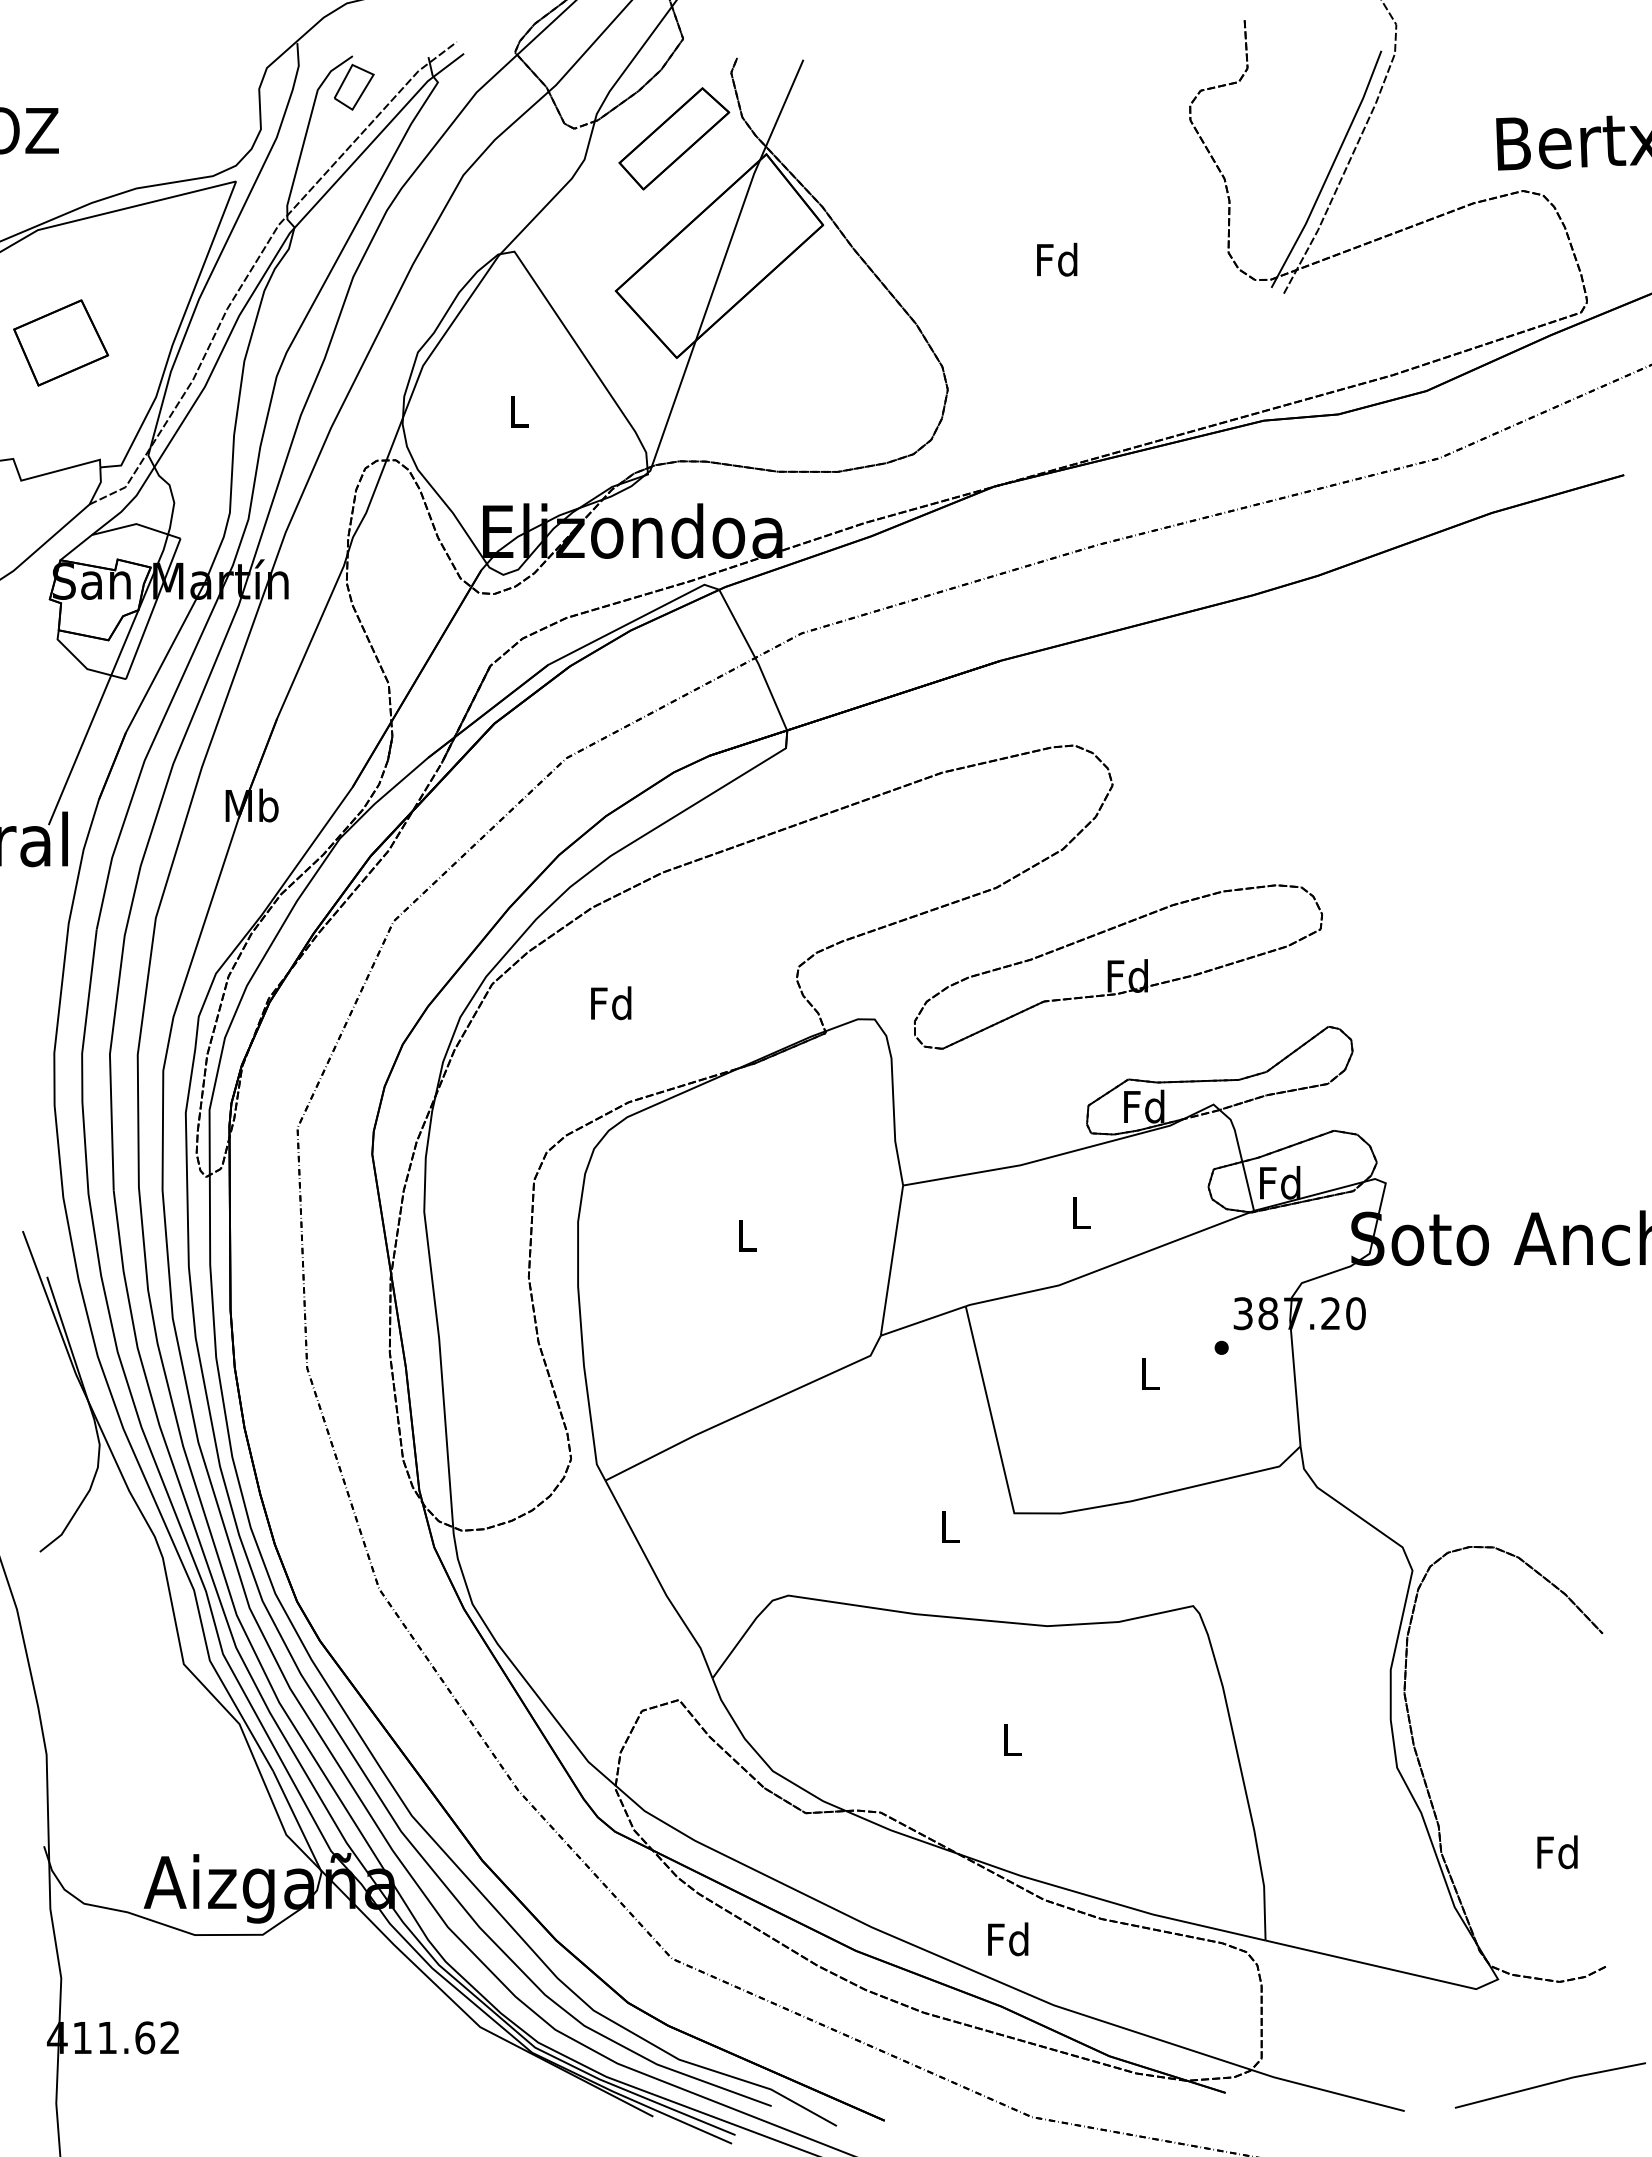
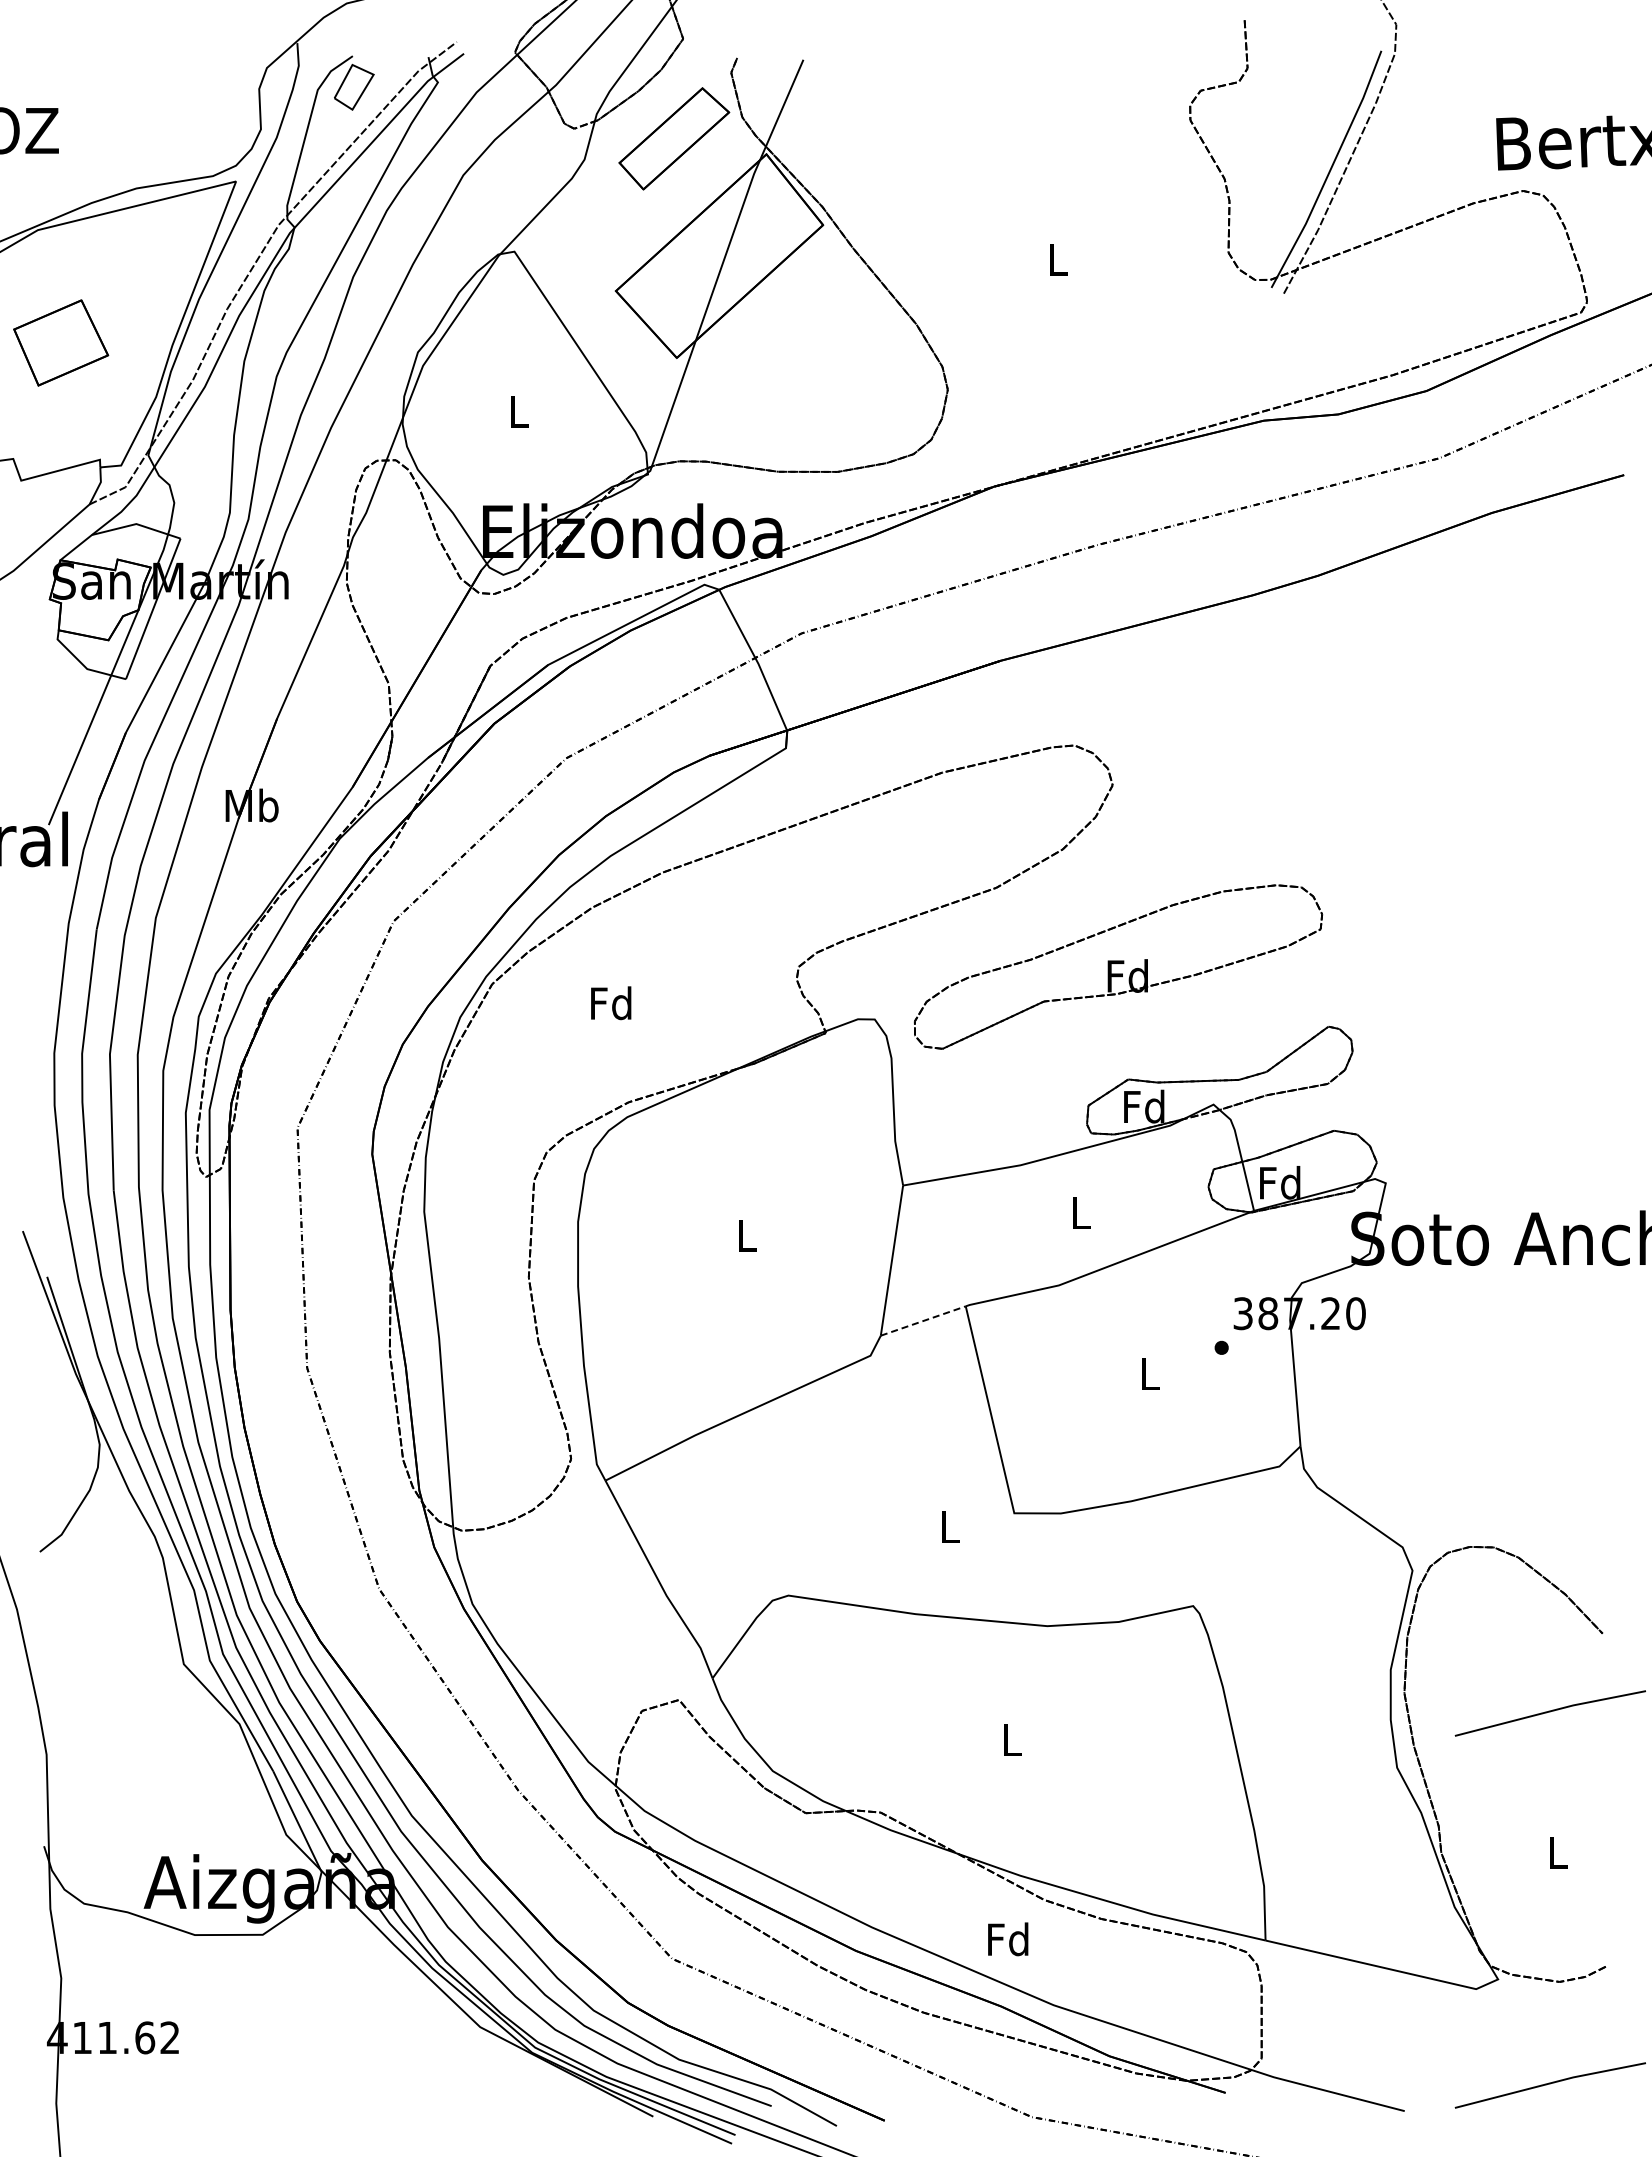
text at (1057, 259): Fd -> L
line at (923, 1321): solid -> dashed
line at (1549, 1712): none -> present
text at (1557, 1852): Fd -> L
